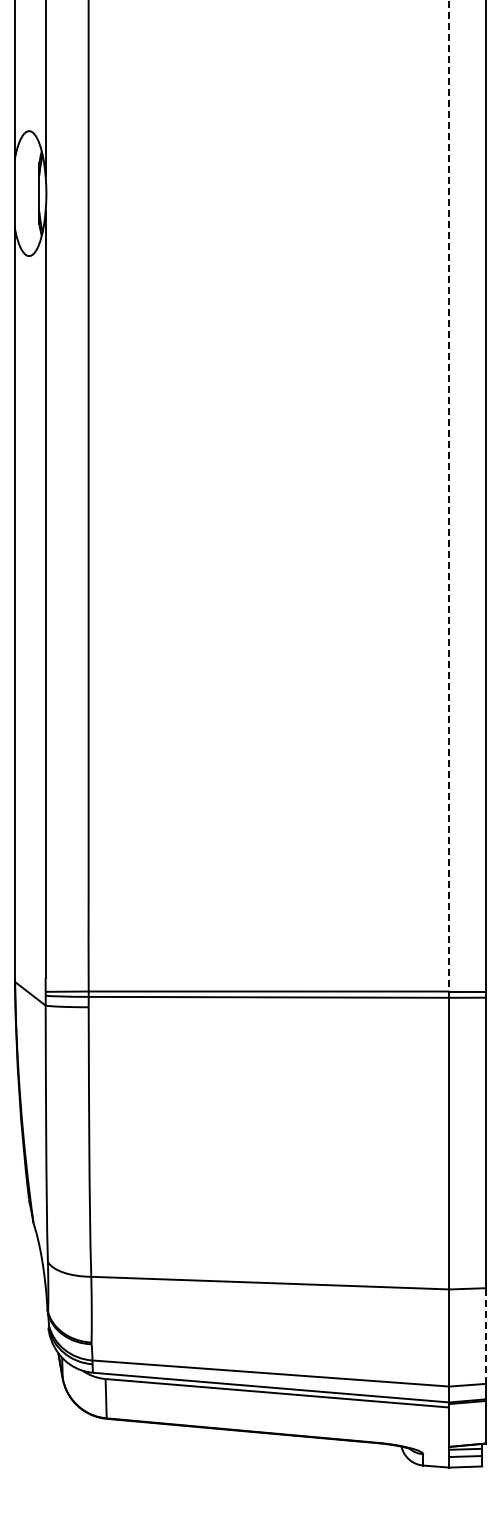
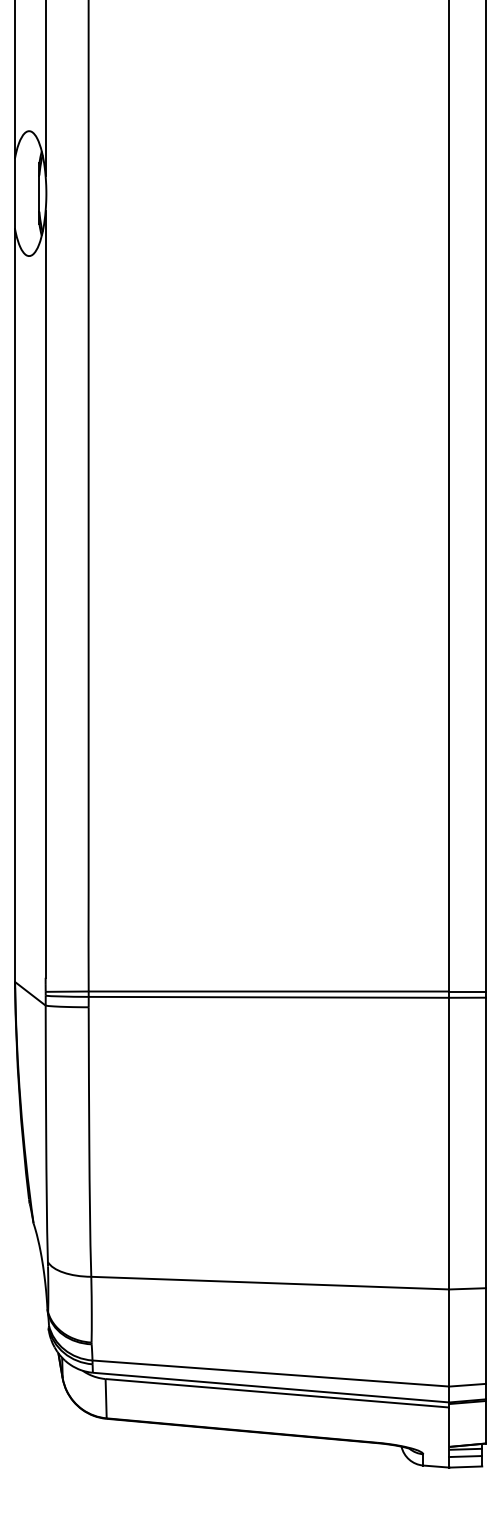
line at (449, 496): dashed -> solid
line at (485, 1336): dashed -> solid
